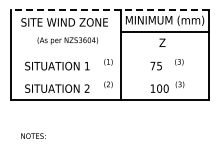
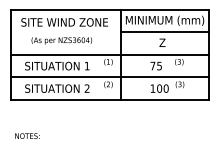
line at (109, 9): dashed -> solid
text at (67, 40) position: (67, 40) -> (61, 40)
line at (110, 54): none -> present
line at (110, 77): none -> present
text at (33, 135) position: (33, 135) -> (27, 135)
